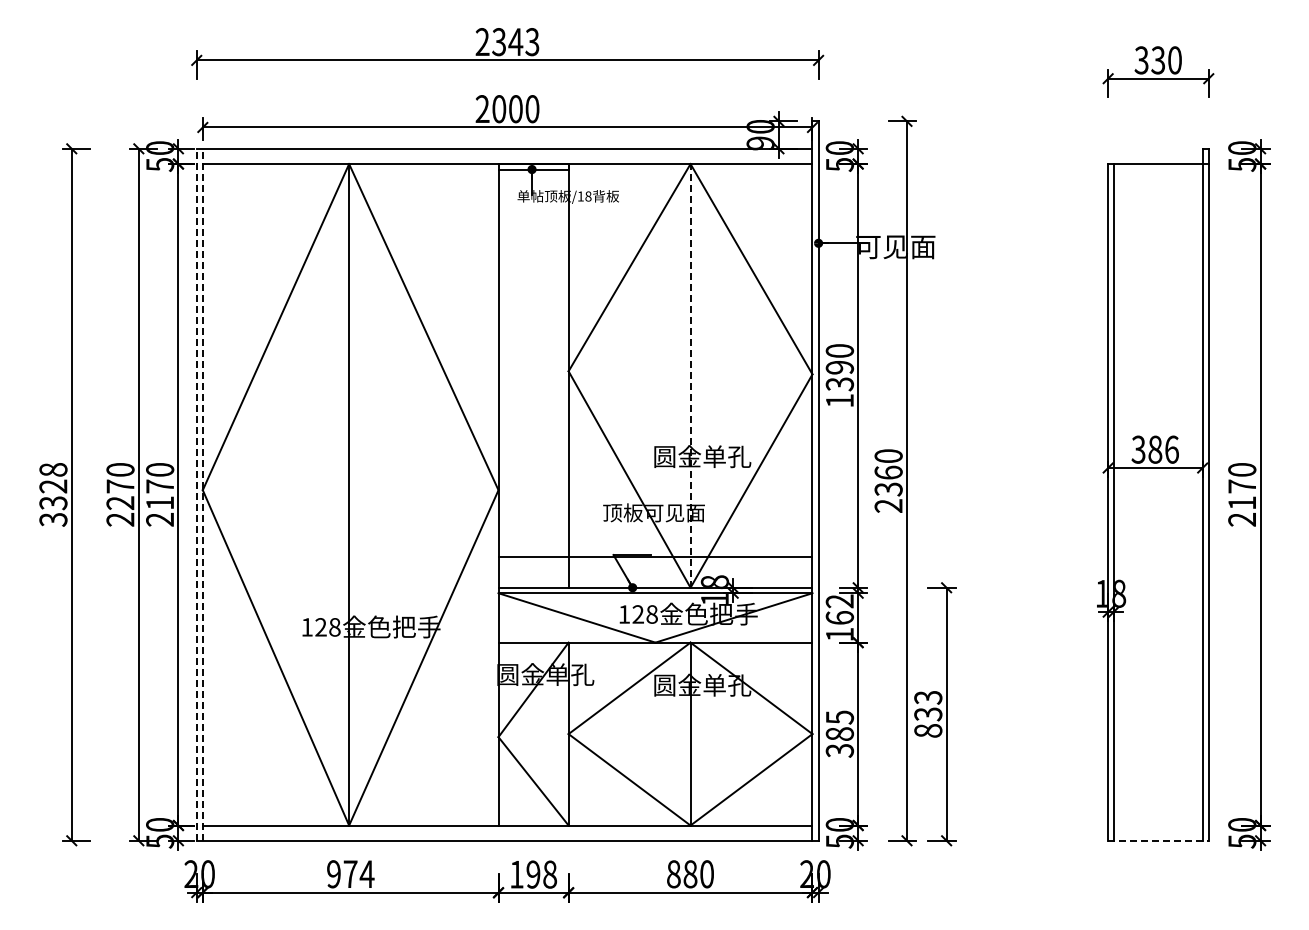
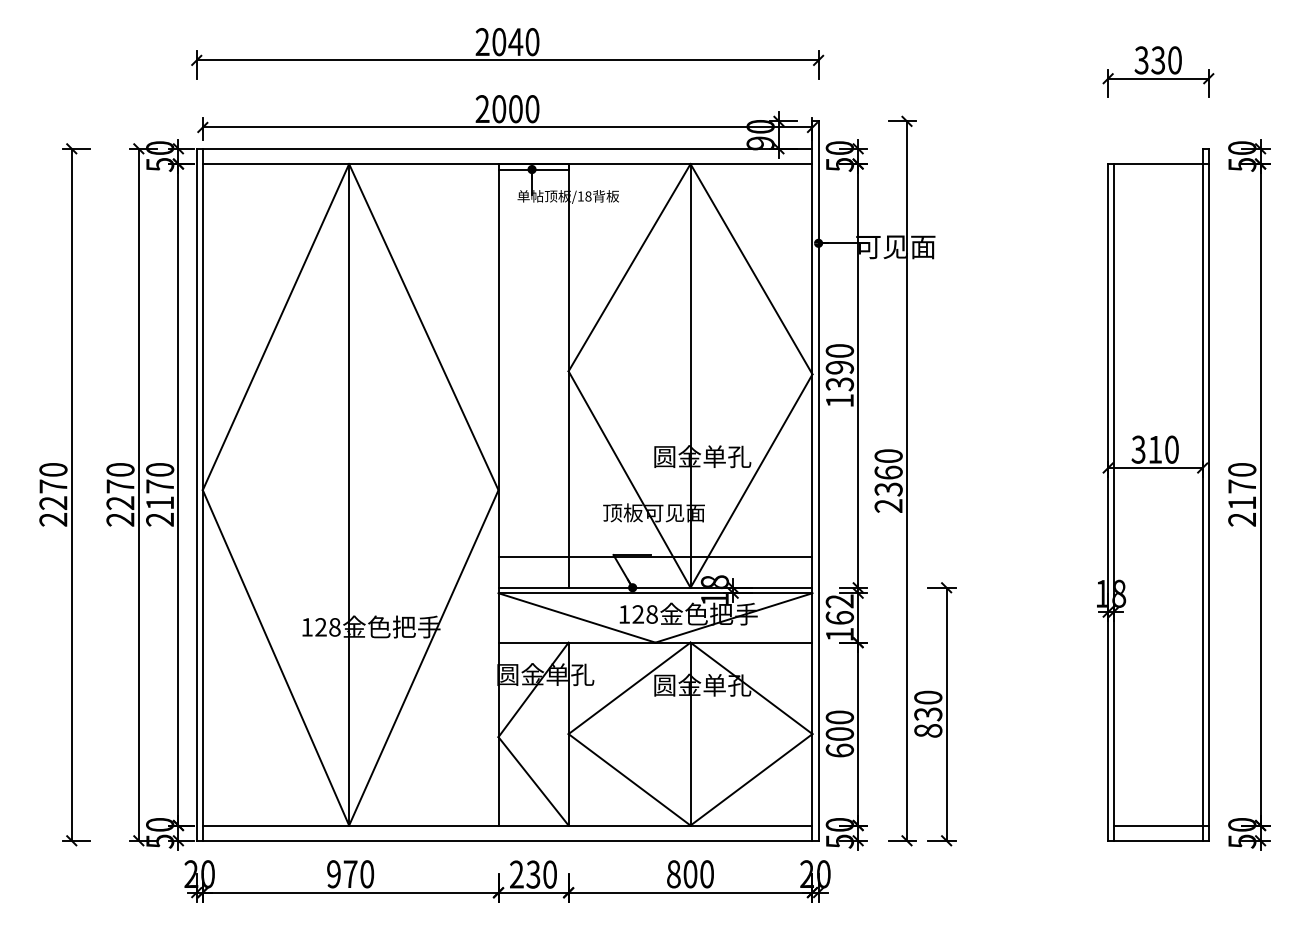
text at (515, 42): 2343 -> 2040
line at (690, 375): dashed -> solid
text at (1163, 449): 386 -> 310
text at (53, 494): 3328 -> 2270
line at (196, 494): dashed -> solid
line at (202, 494): dashed -> solid
text at (928, 697): 833 -> 830
text at (839, 733): 385 -> 600
line at (1160, 825): none -> present
line at (1158, 840): dashed -> solid
text at (366, 874): 974 -> 970
text at (533, 874): 198 -> 230
text at (690, 874): 880 -> 800
